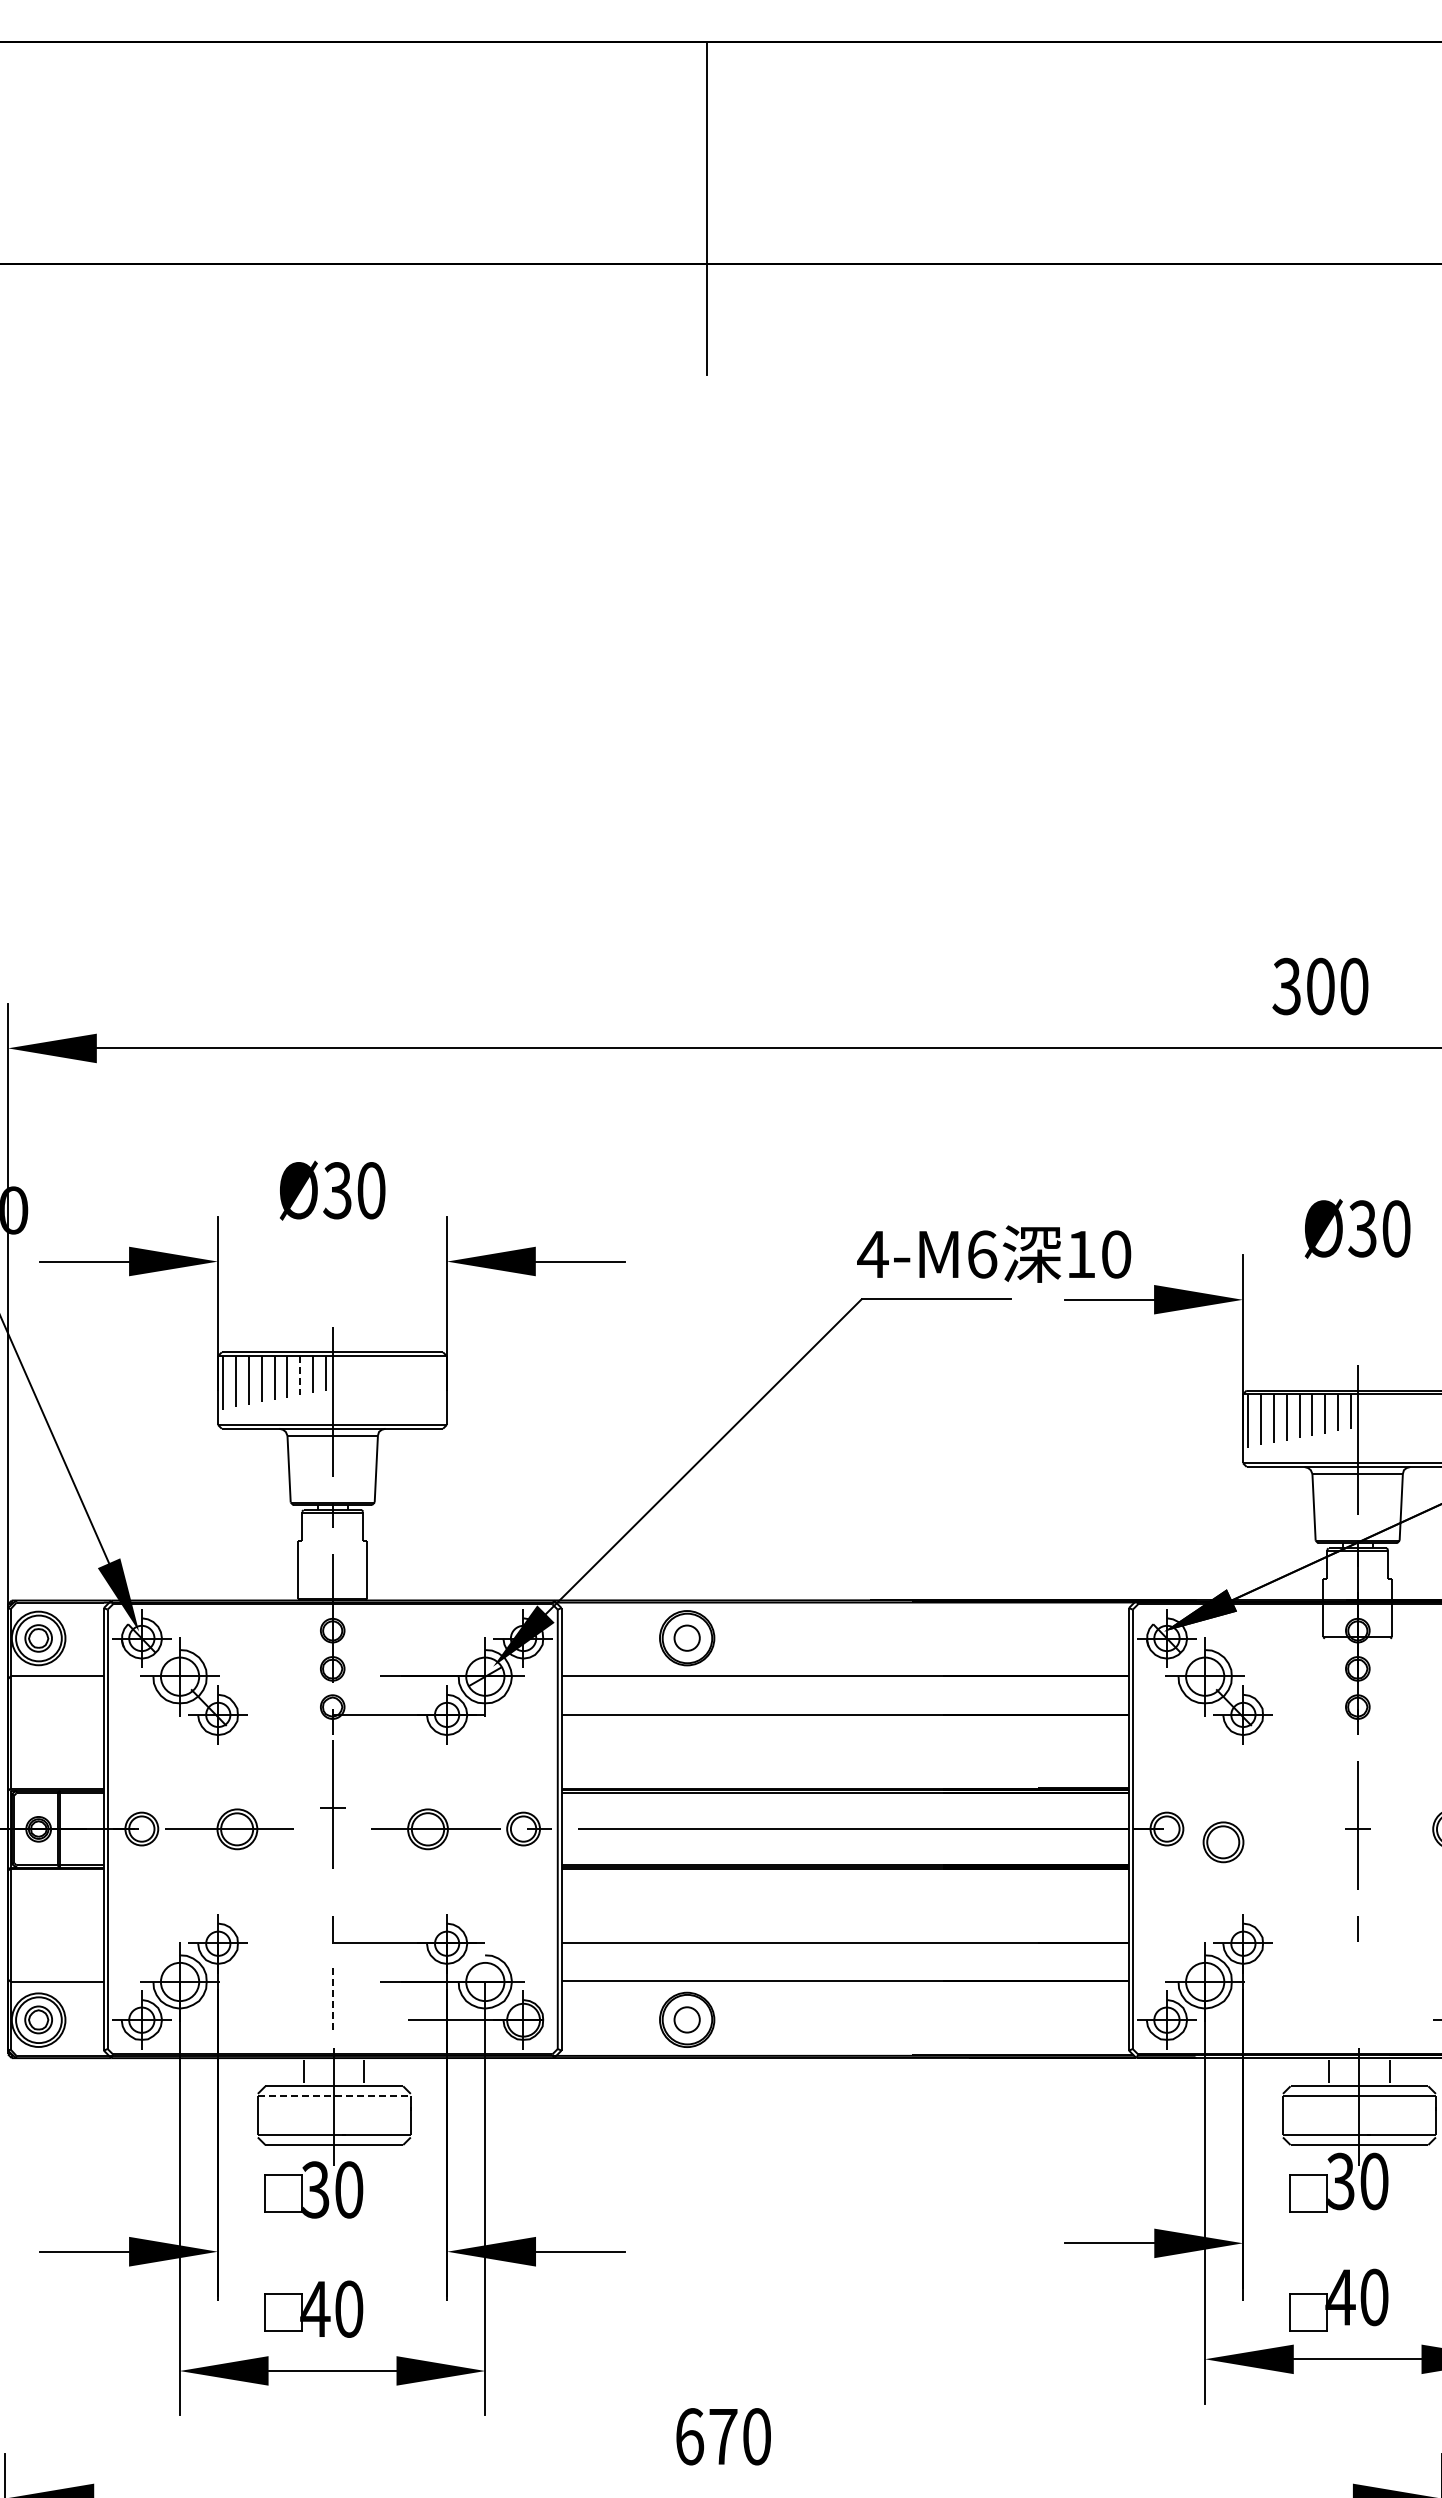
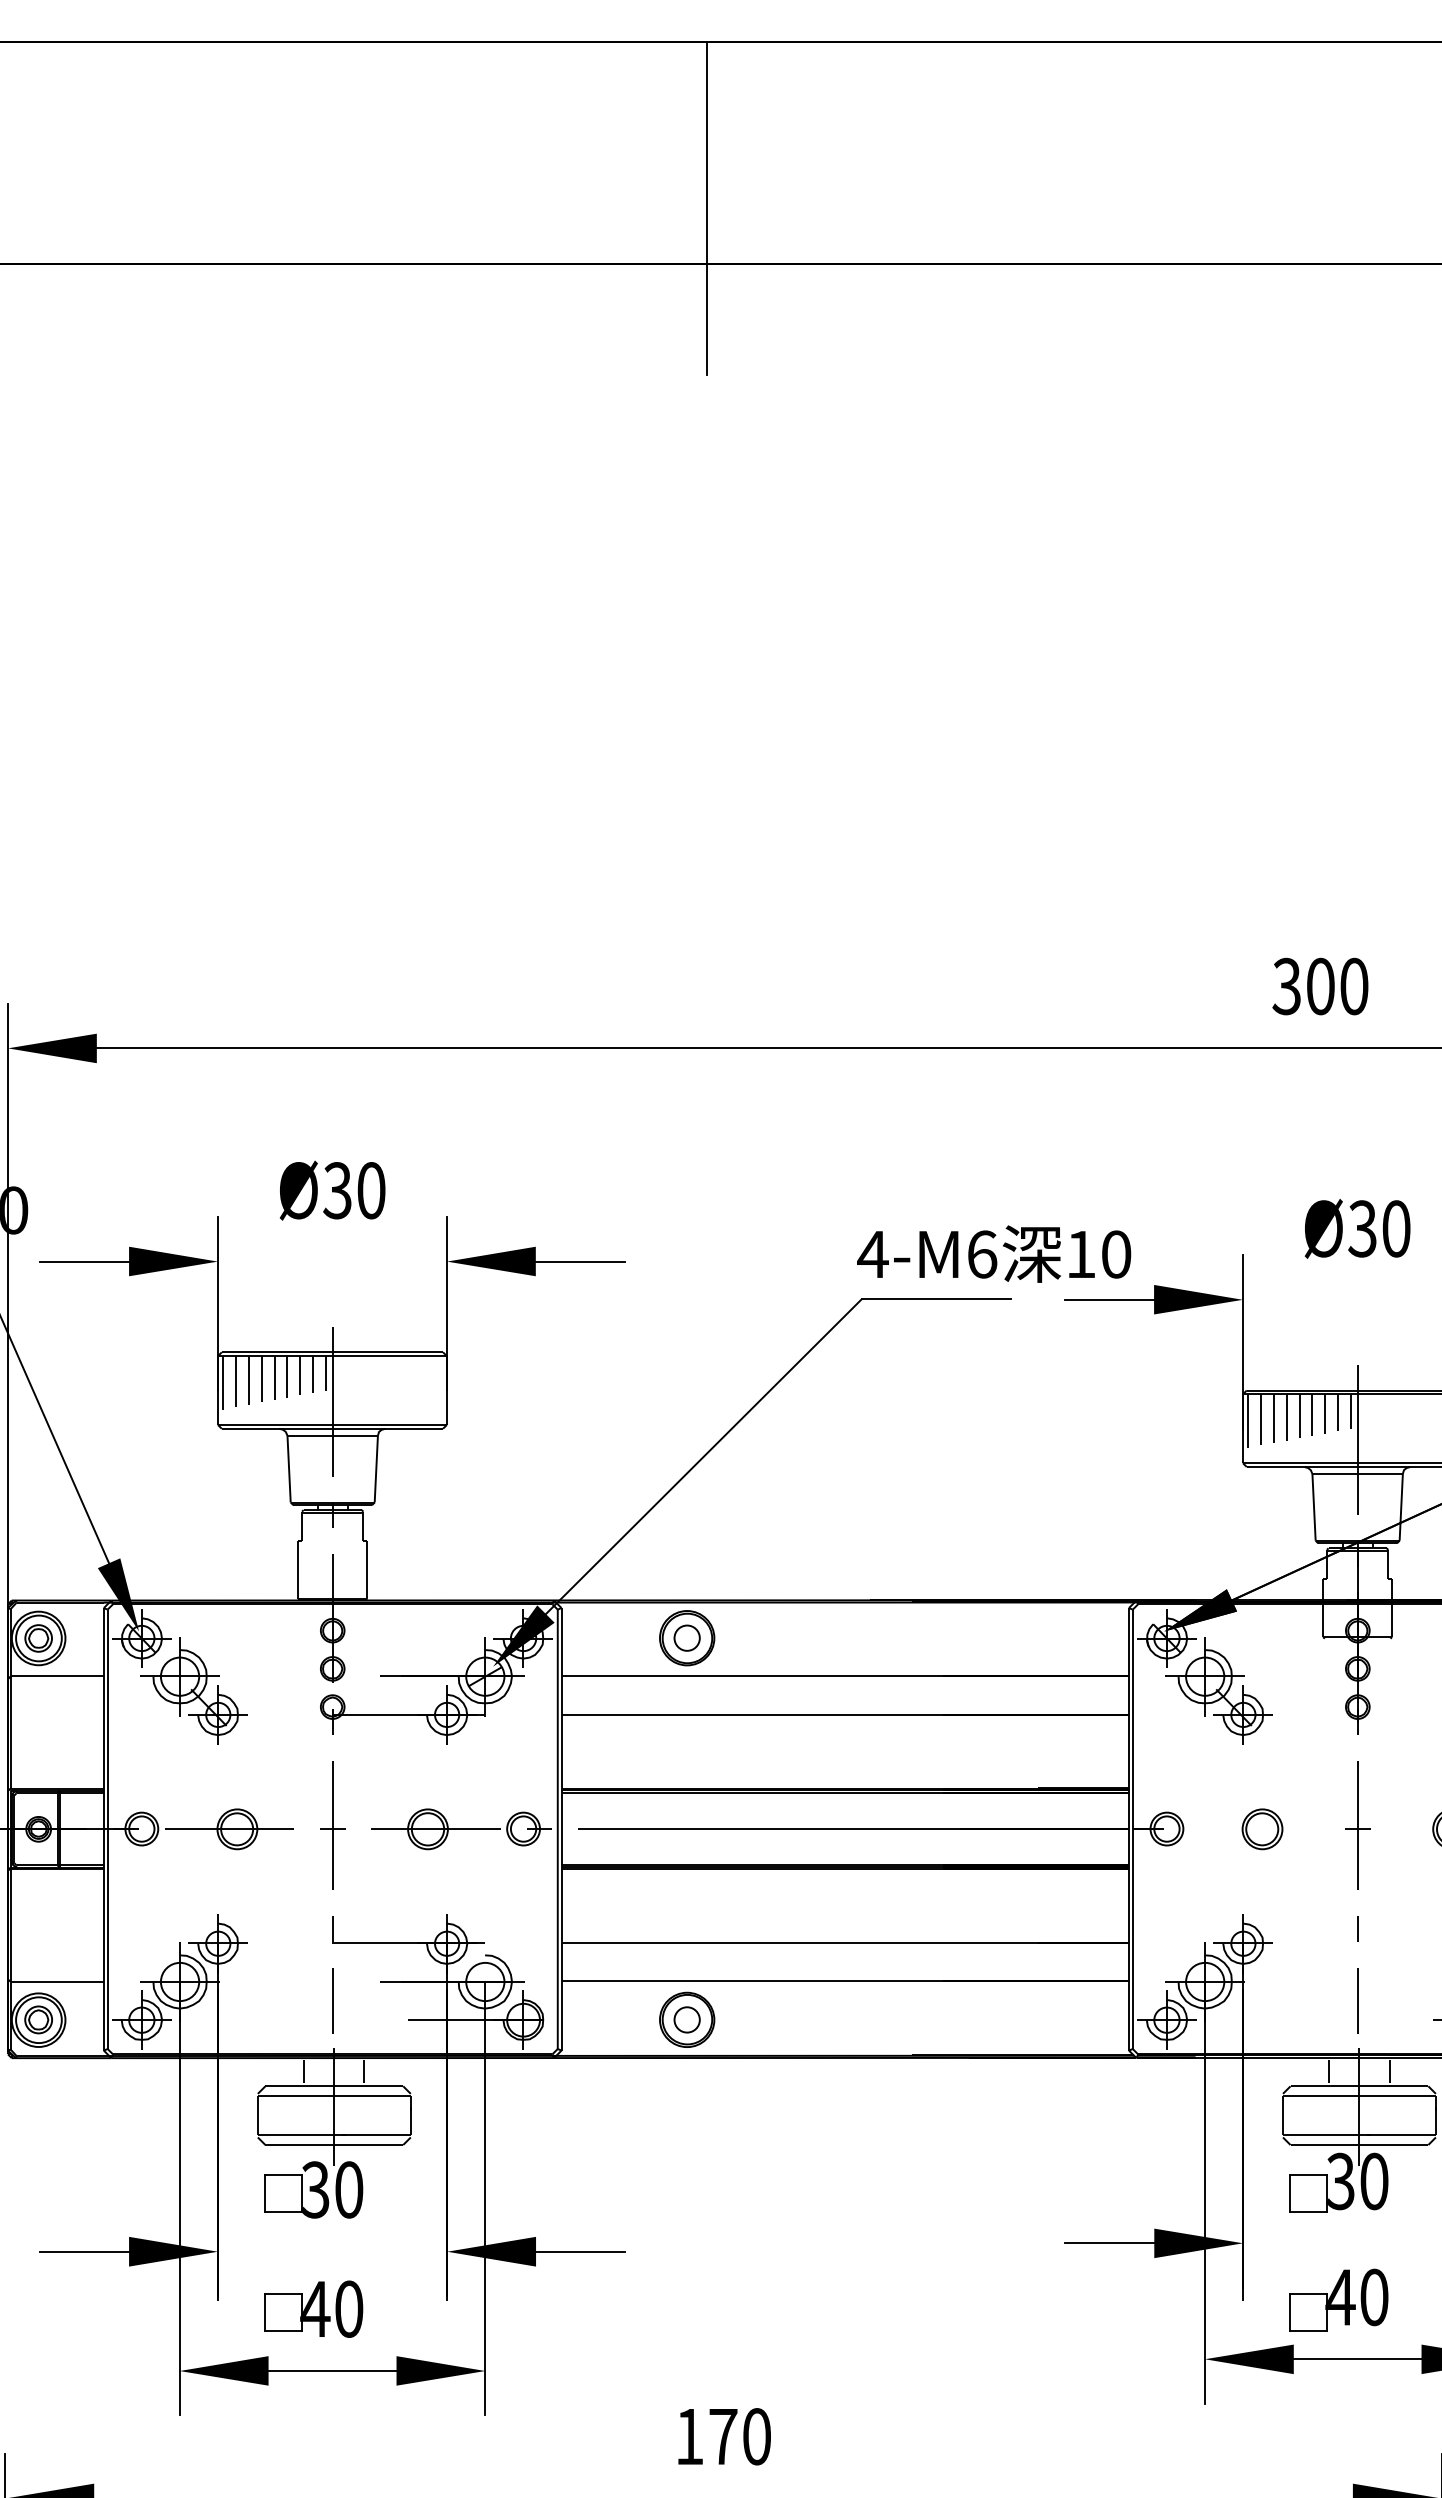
line at (300, 1375): dashed -> solid
part at (332, 1804) position: (332, 1804) -> (332, 1825)
part at (1223, 1842) position: (1223, 1842) -> (1262, 1829)
line at (1357, 2000): none -> present
line at (332, 2001): dashed -> solid
line at (334, 2096): dashed -> solid
text at (690, 2436): 670 -> 170
